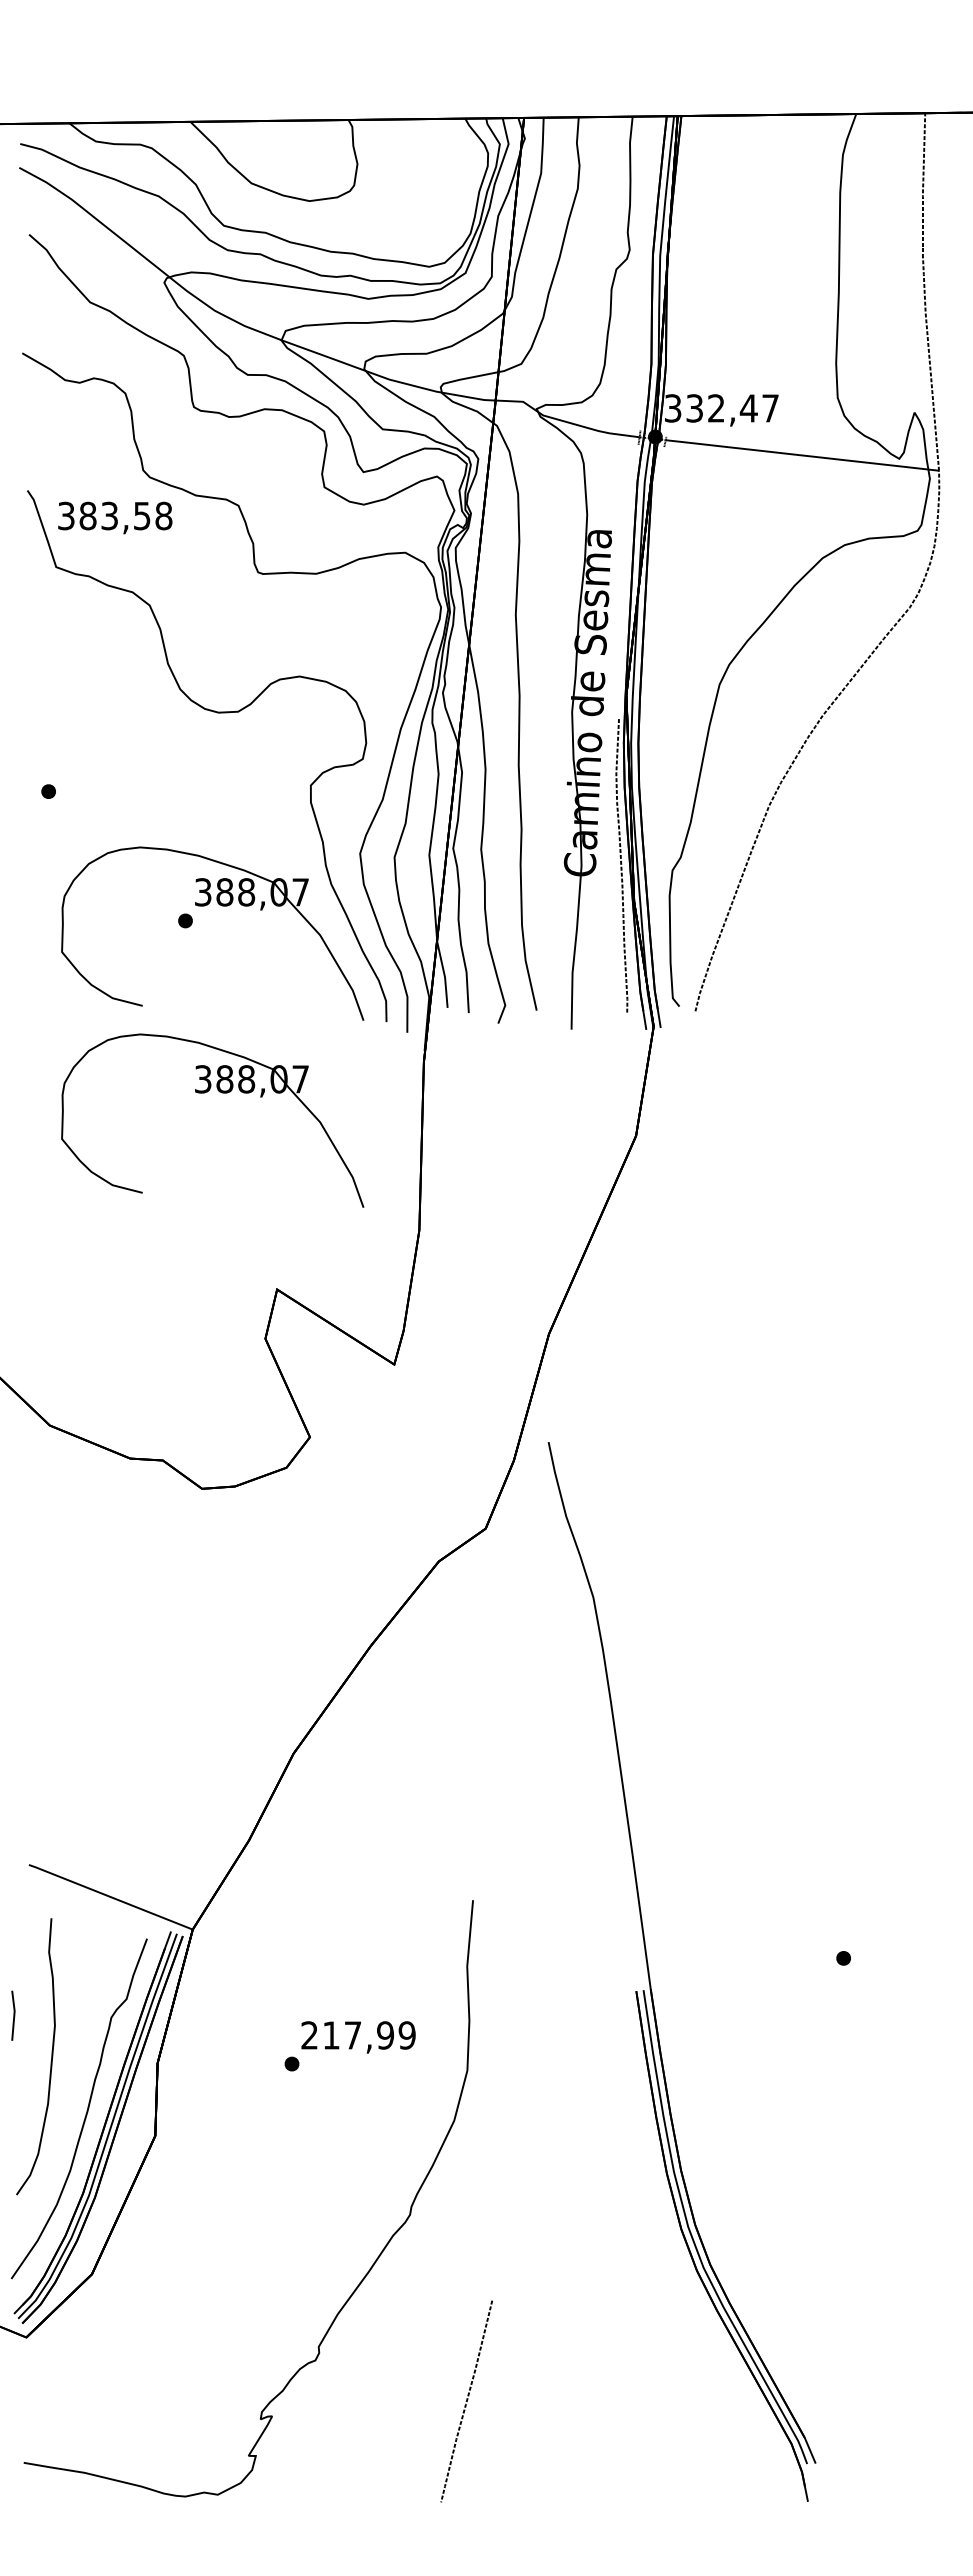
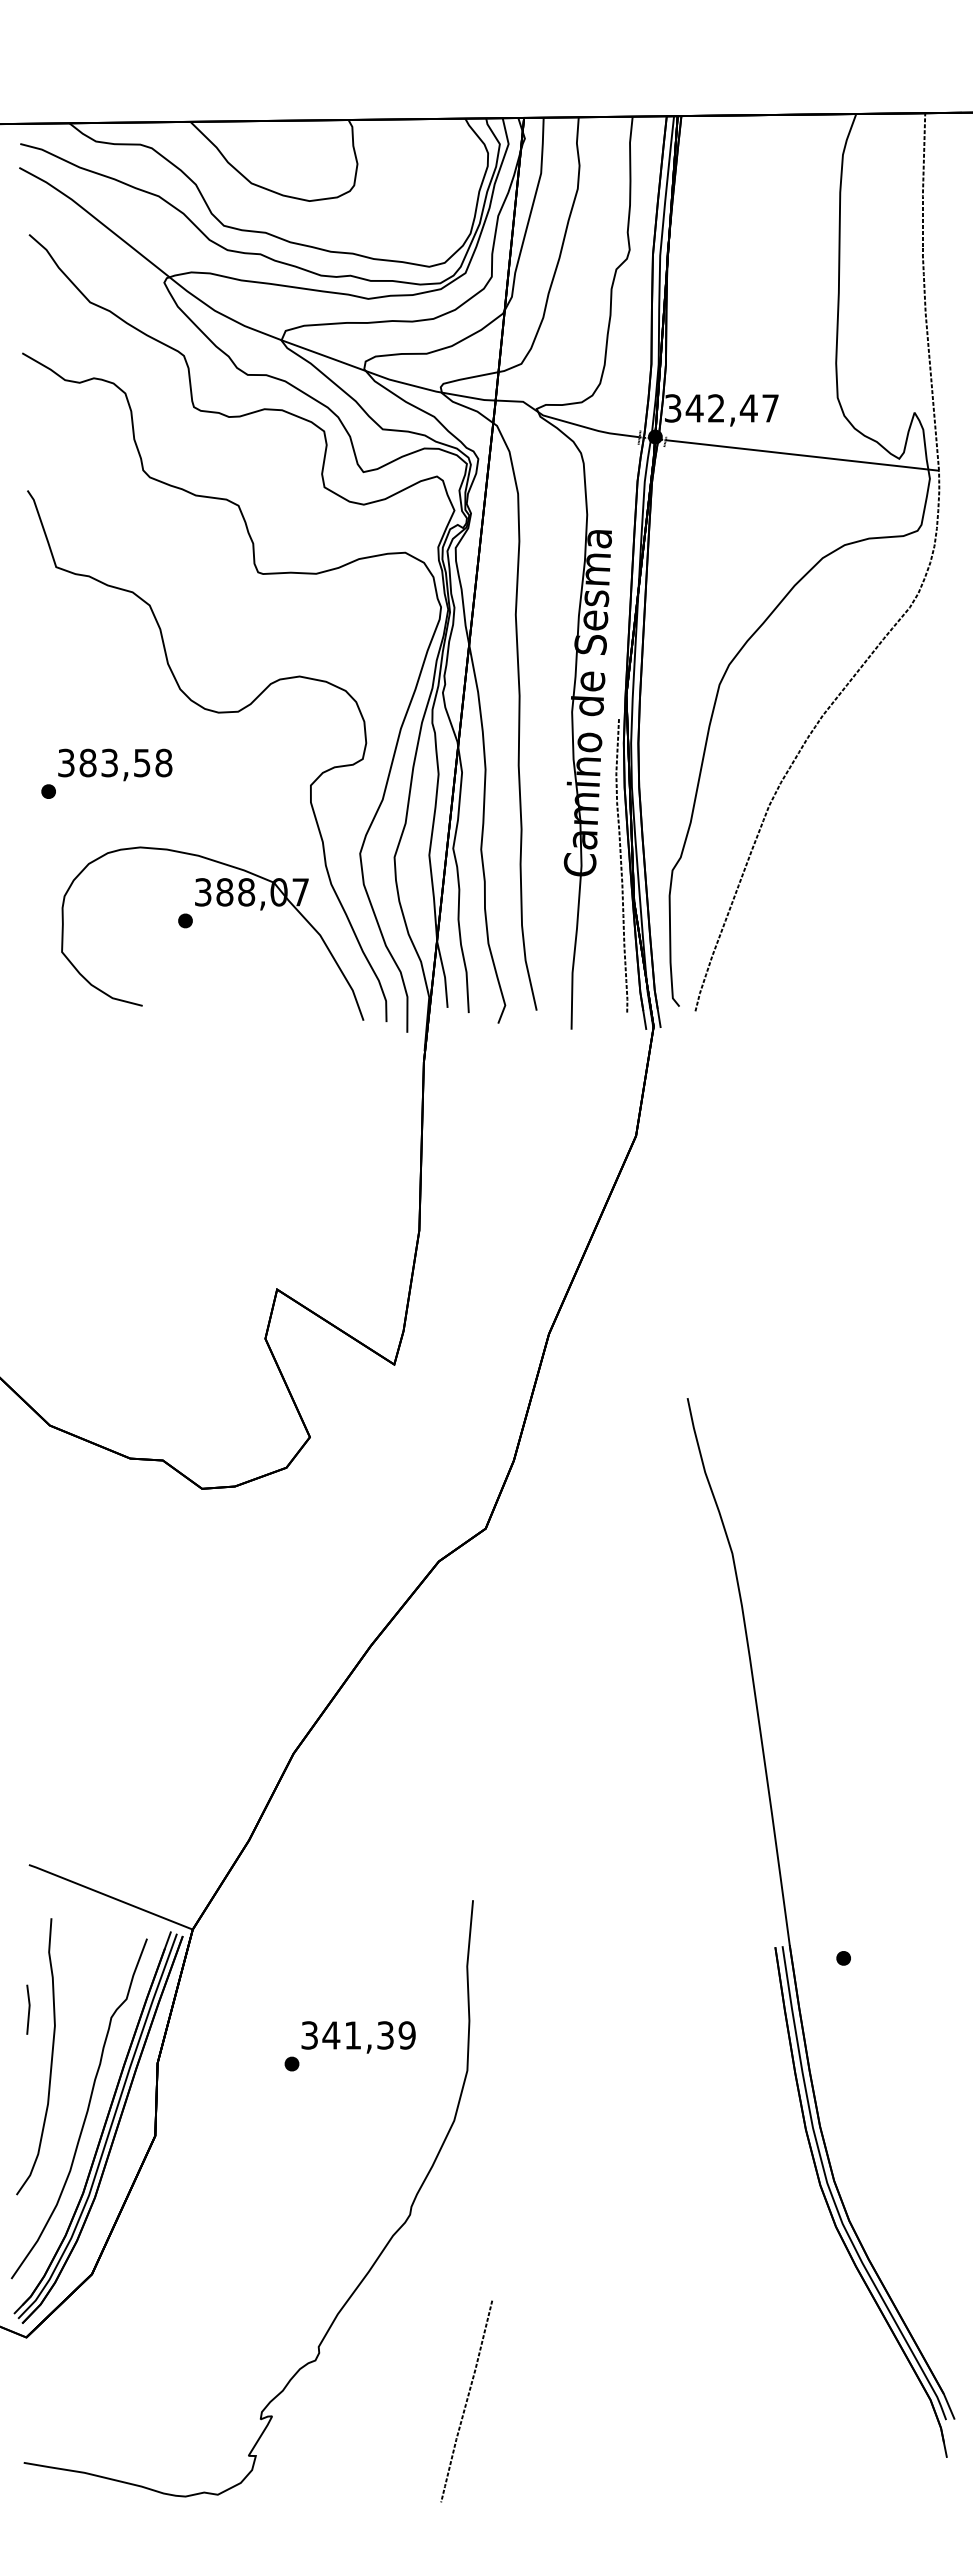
text at (694, 408): 332,47 -> 342,47
text at (115, 517) position: (115, 517) -> (115, 764)
part at (204, 1093): present -> none
part at (650, 1977) position: (650, 1977) -> (789, 1933)
part at (13, 2015) position: (13, 2015) -> (28, 2009)
text at (347, 2035): 217,99 -> 341,39
